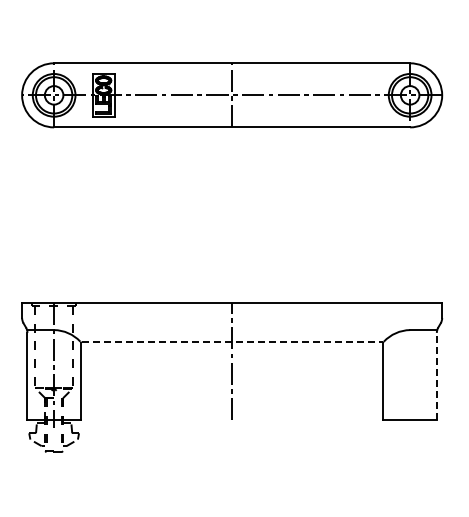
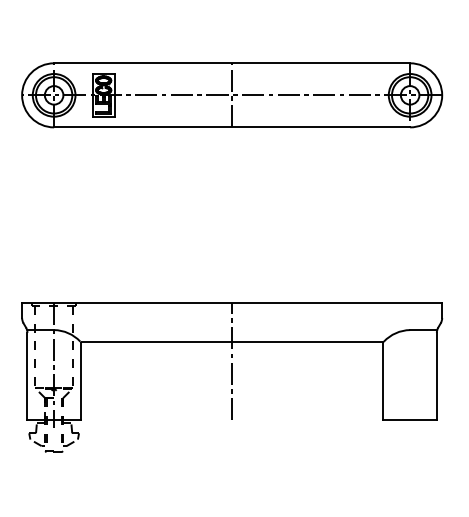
line at (232, 342): dashed -> solid
line at (436, 376): dashed -> solid
